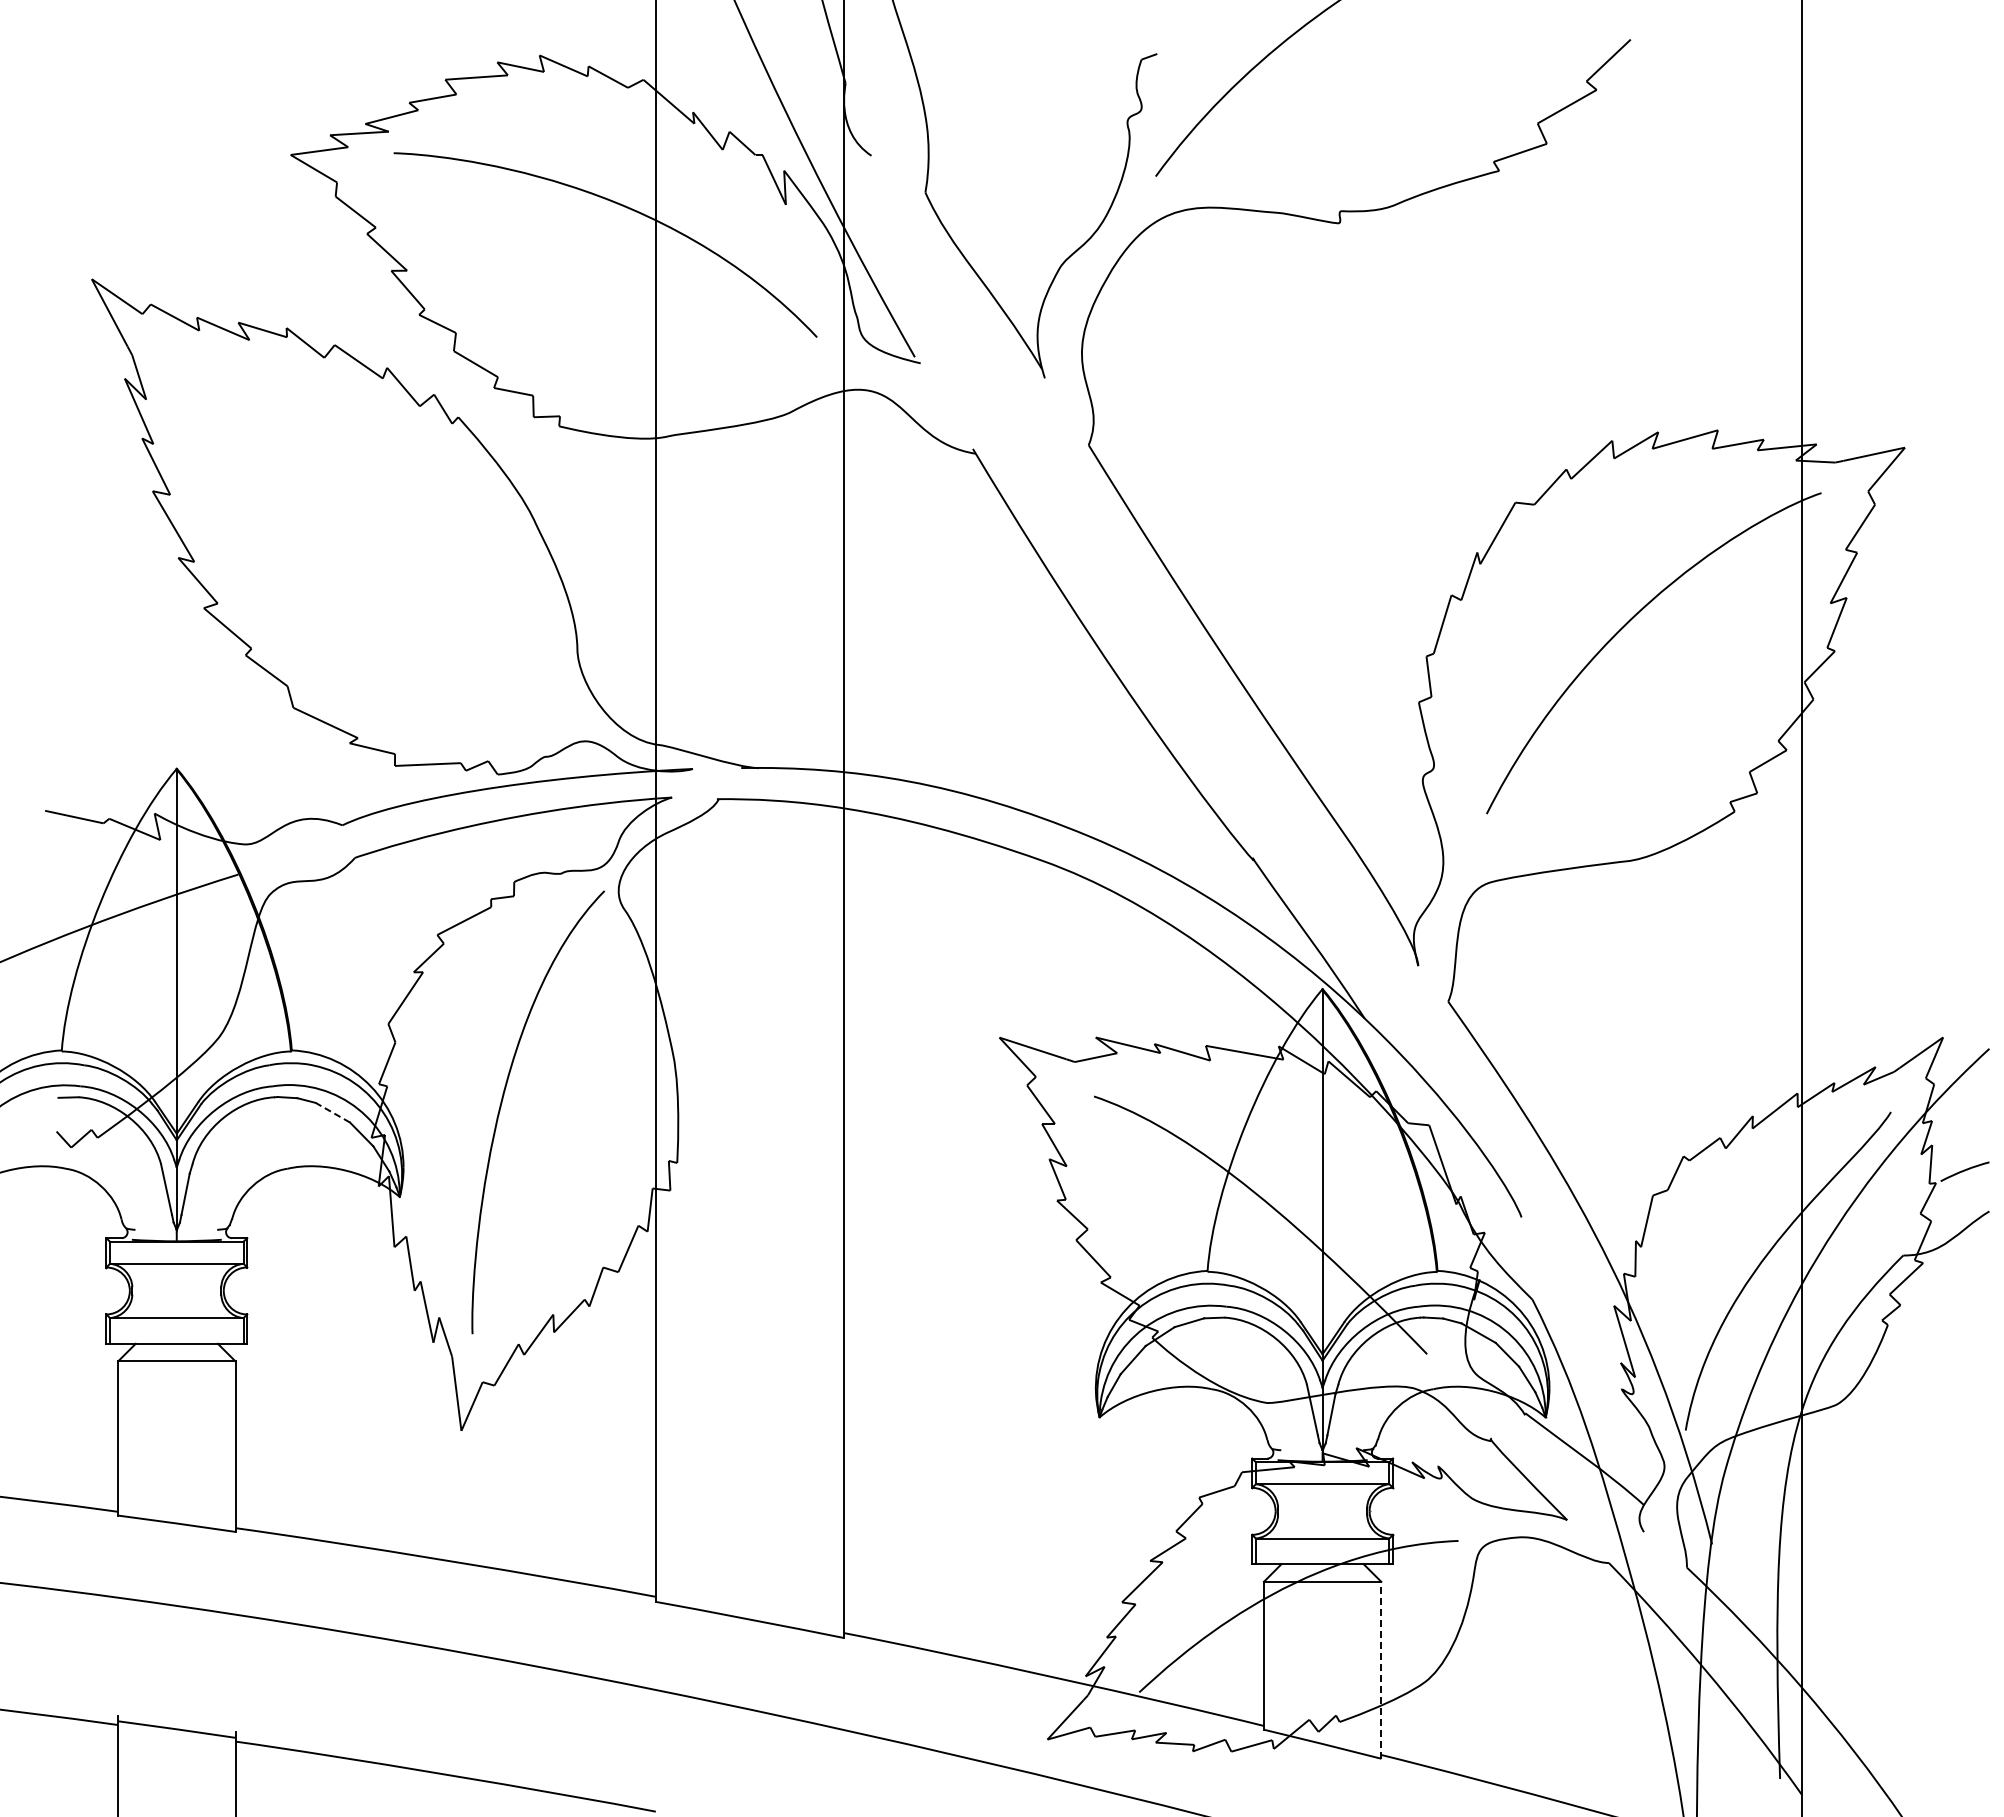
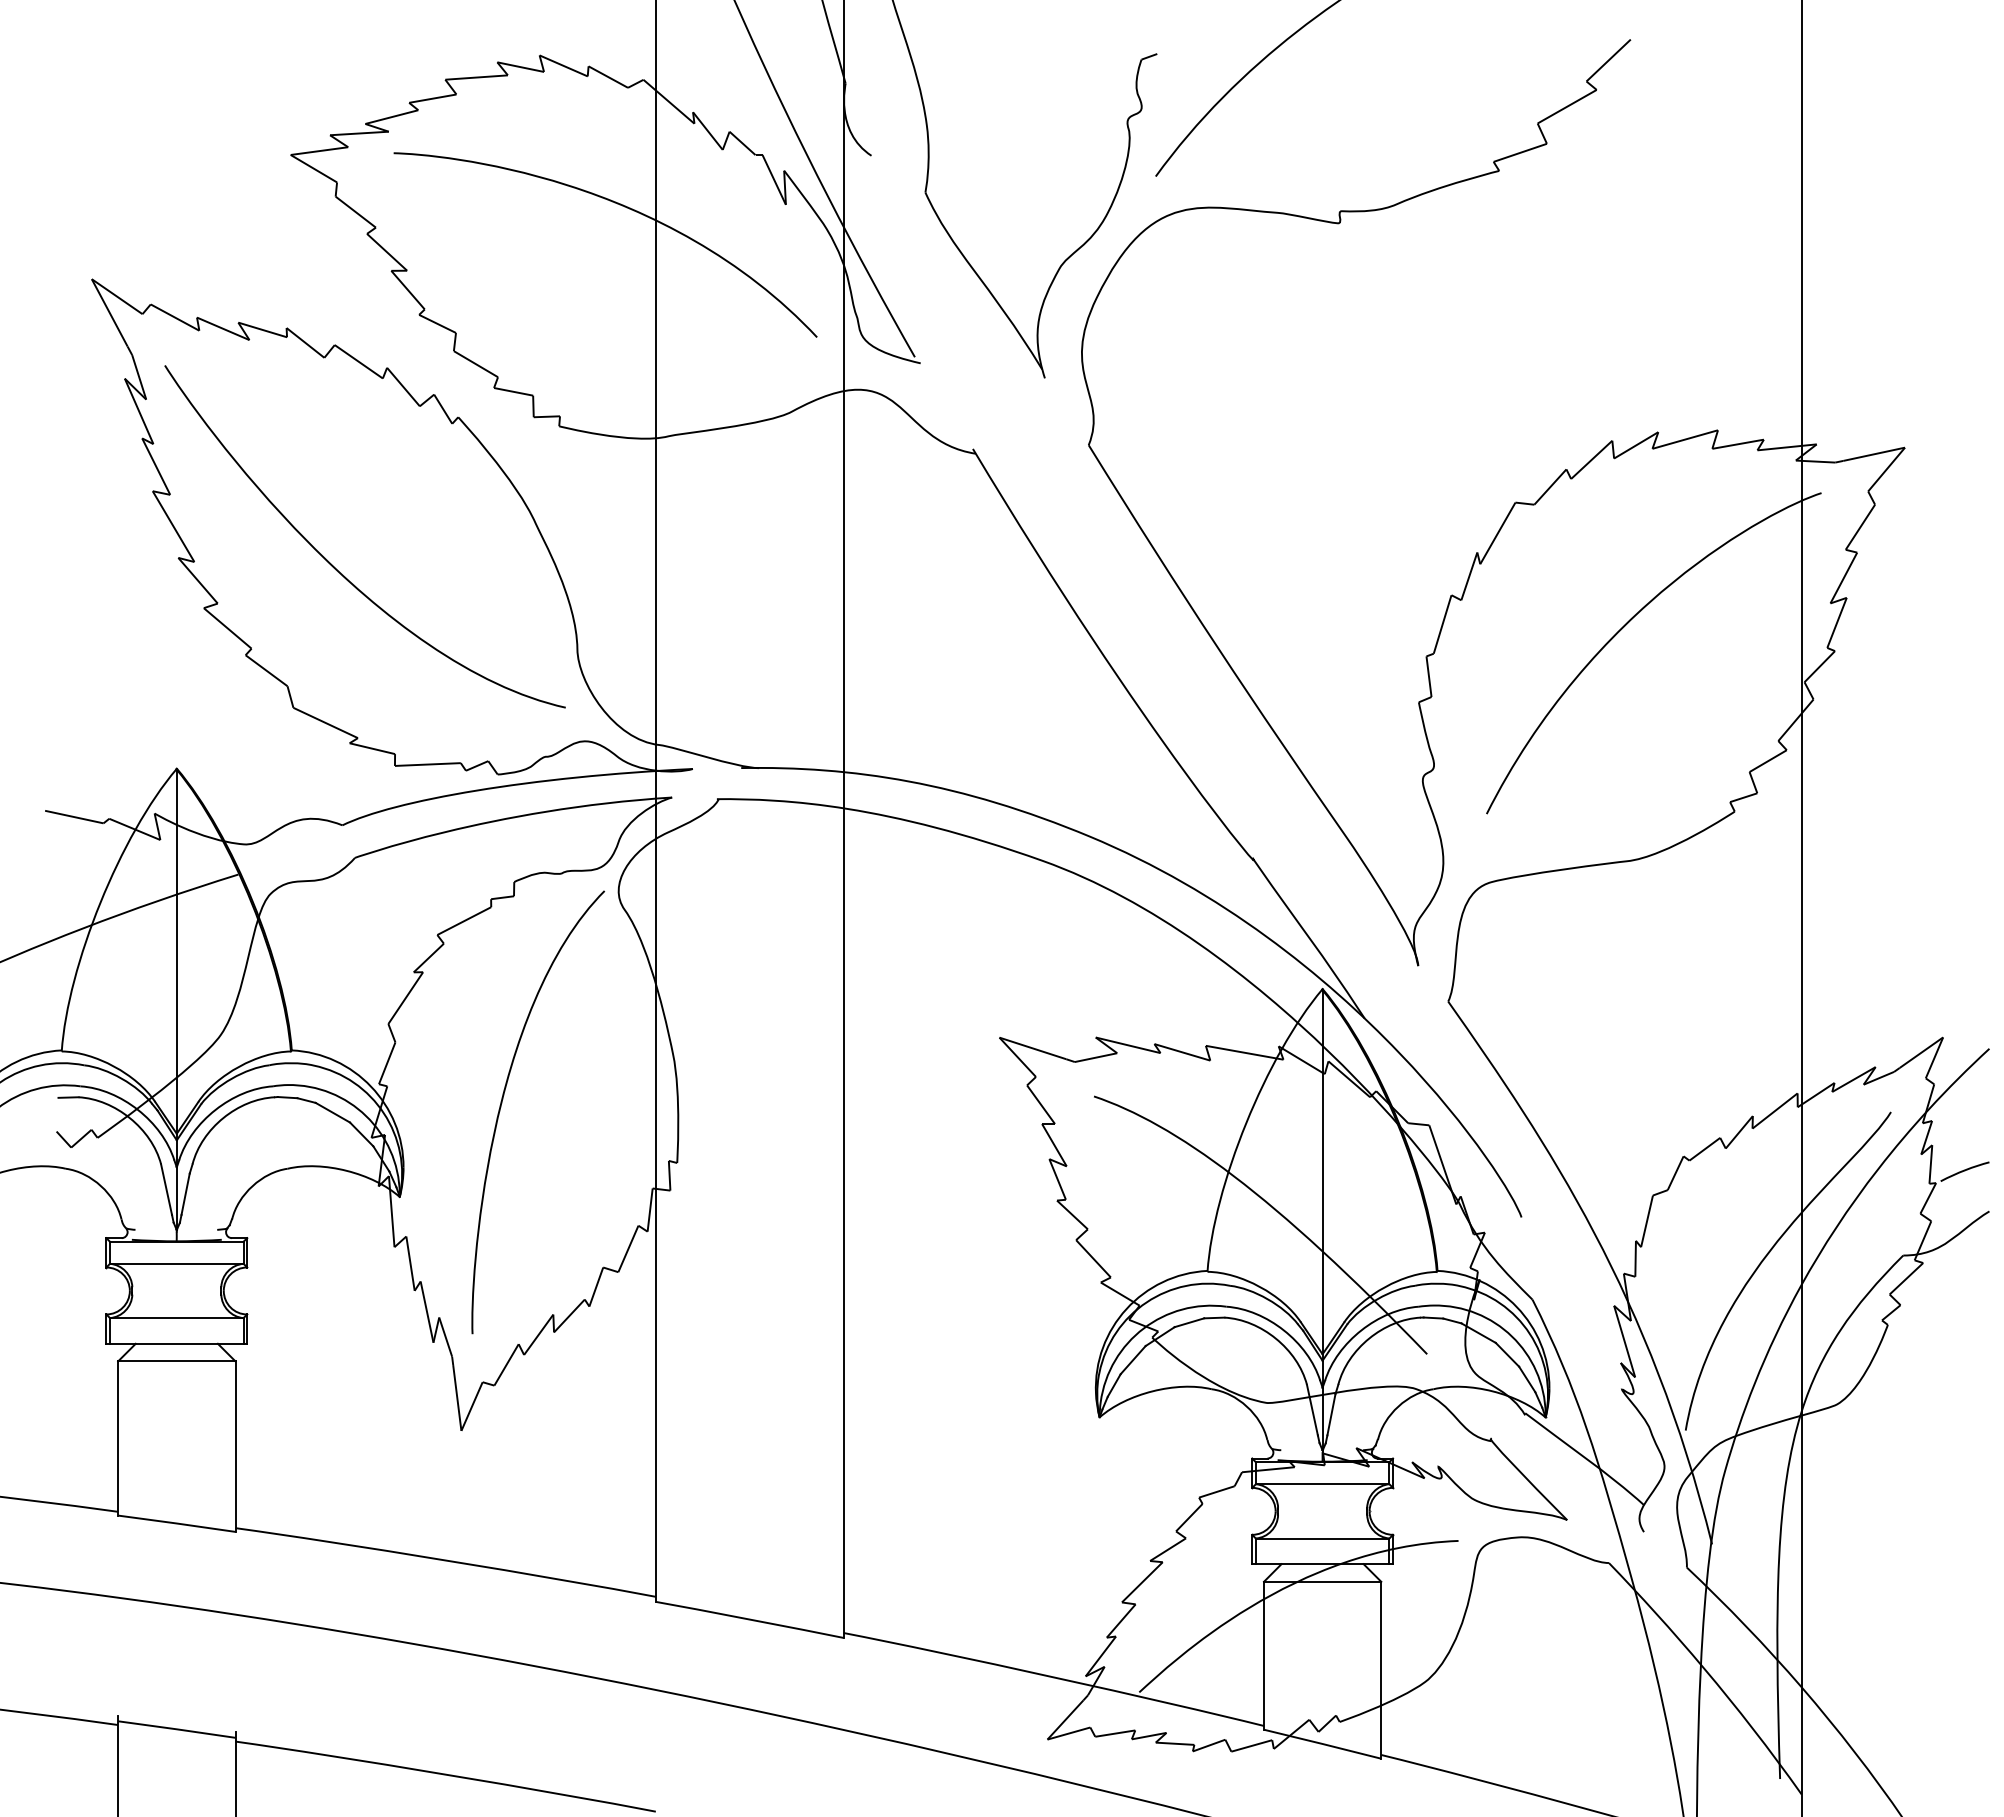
curve at (334, 566): none -> present
line at (332, 1112): dashed -> solid
line at (1381, 1669): dashed -> solid
